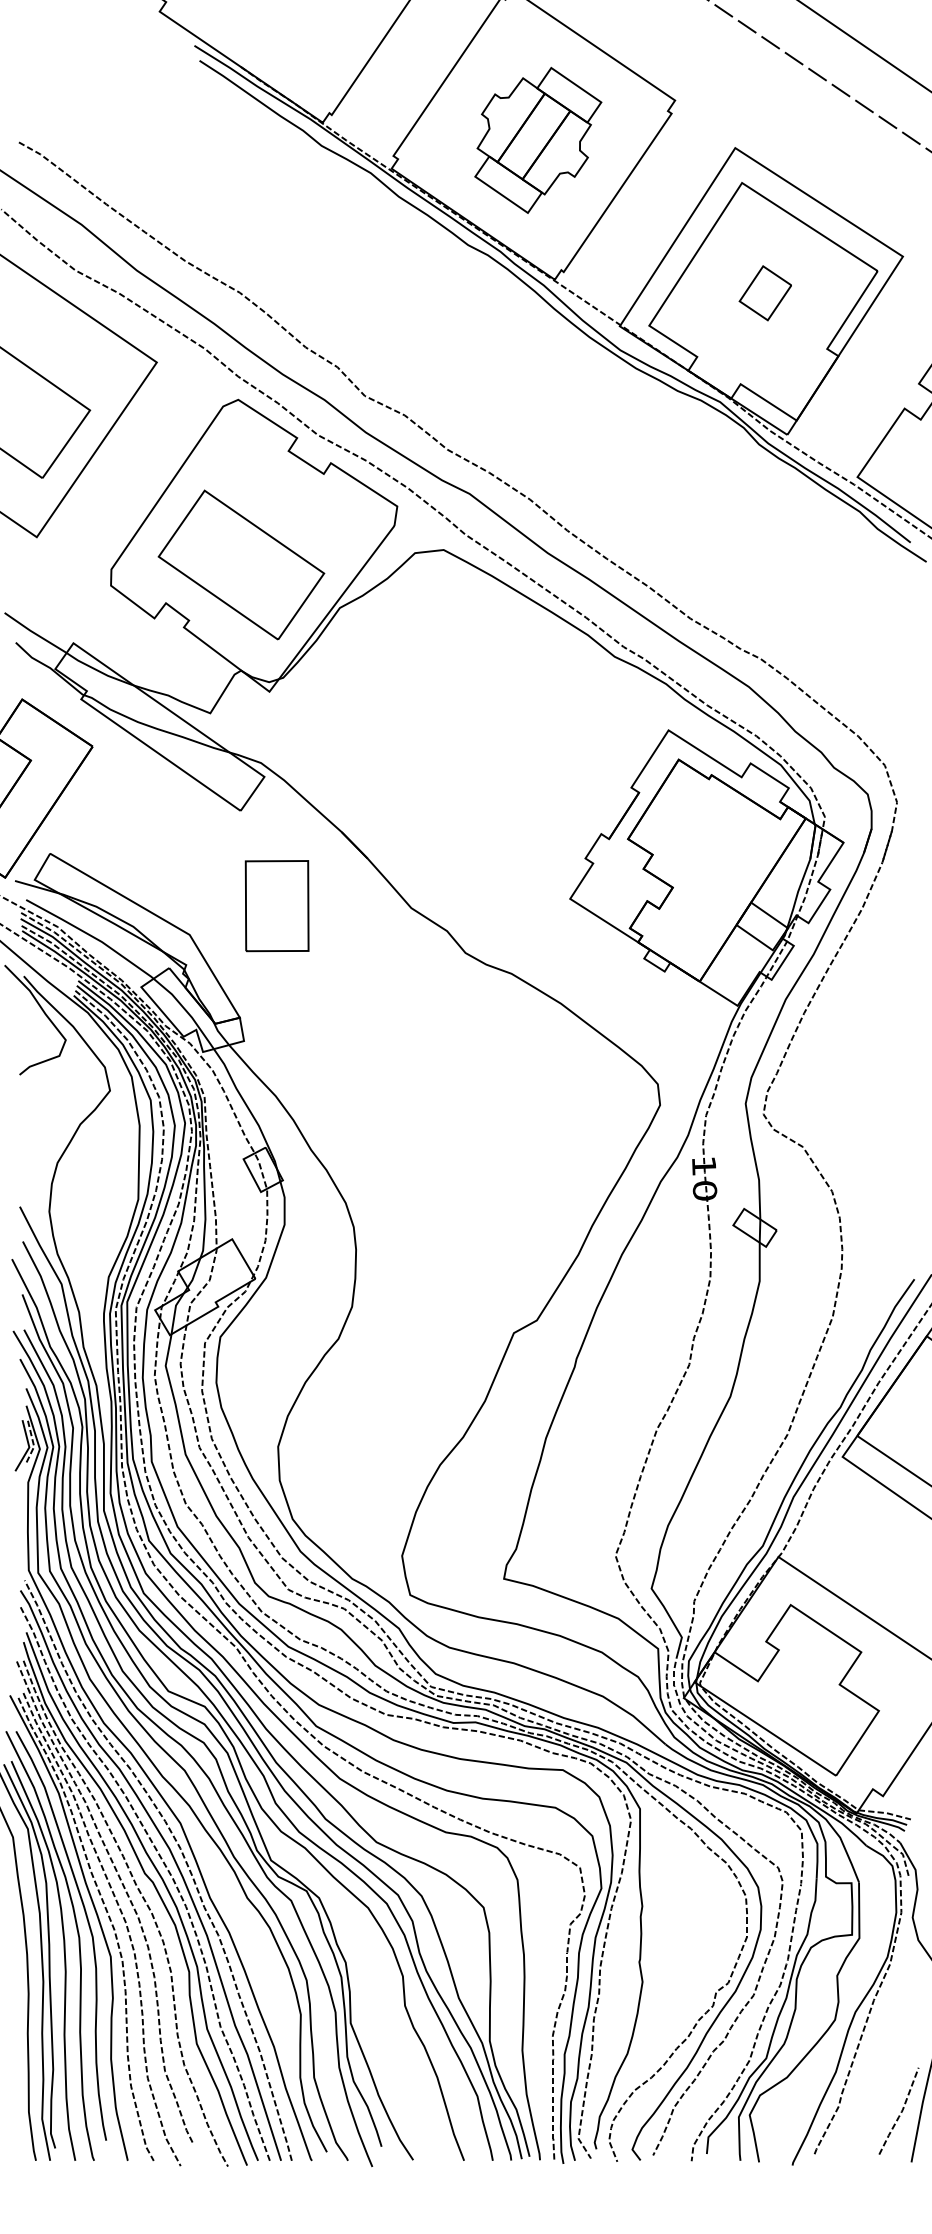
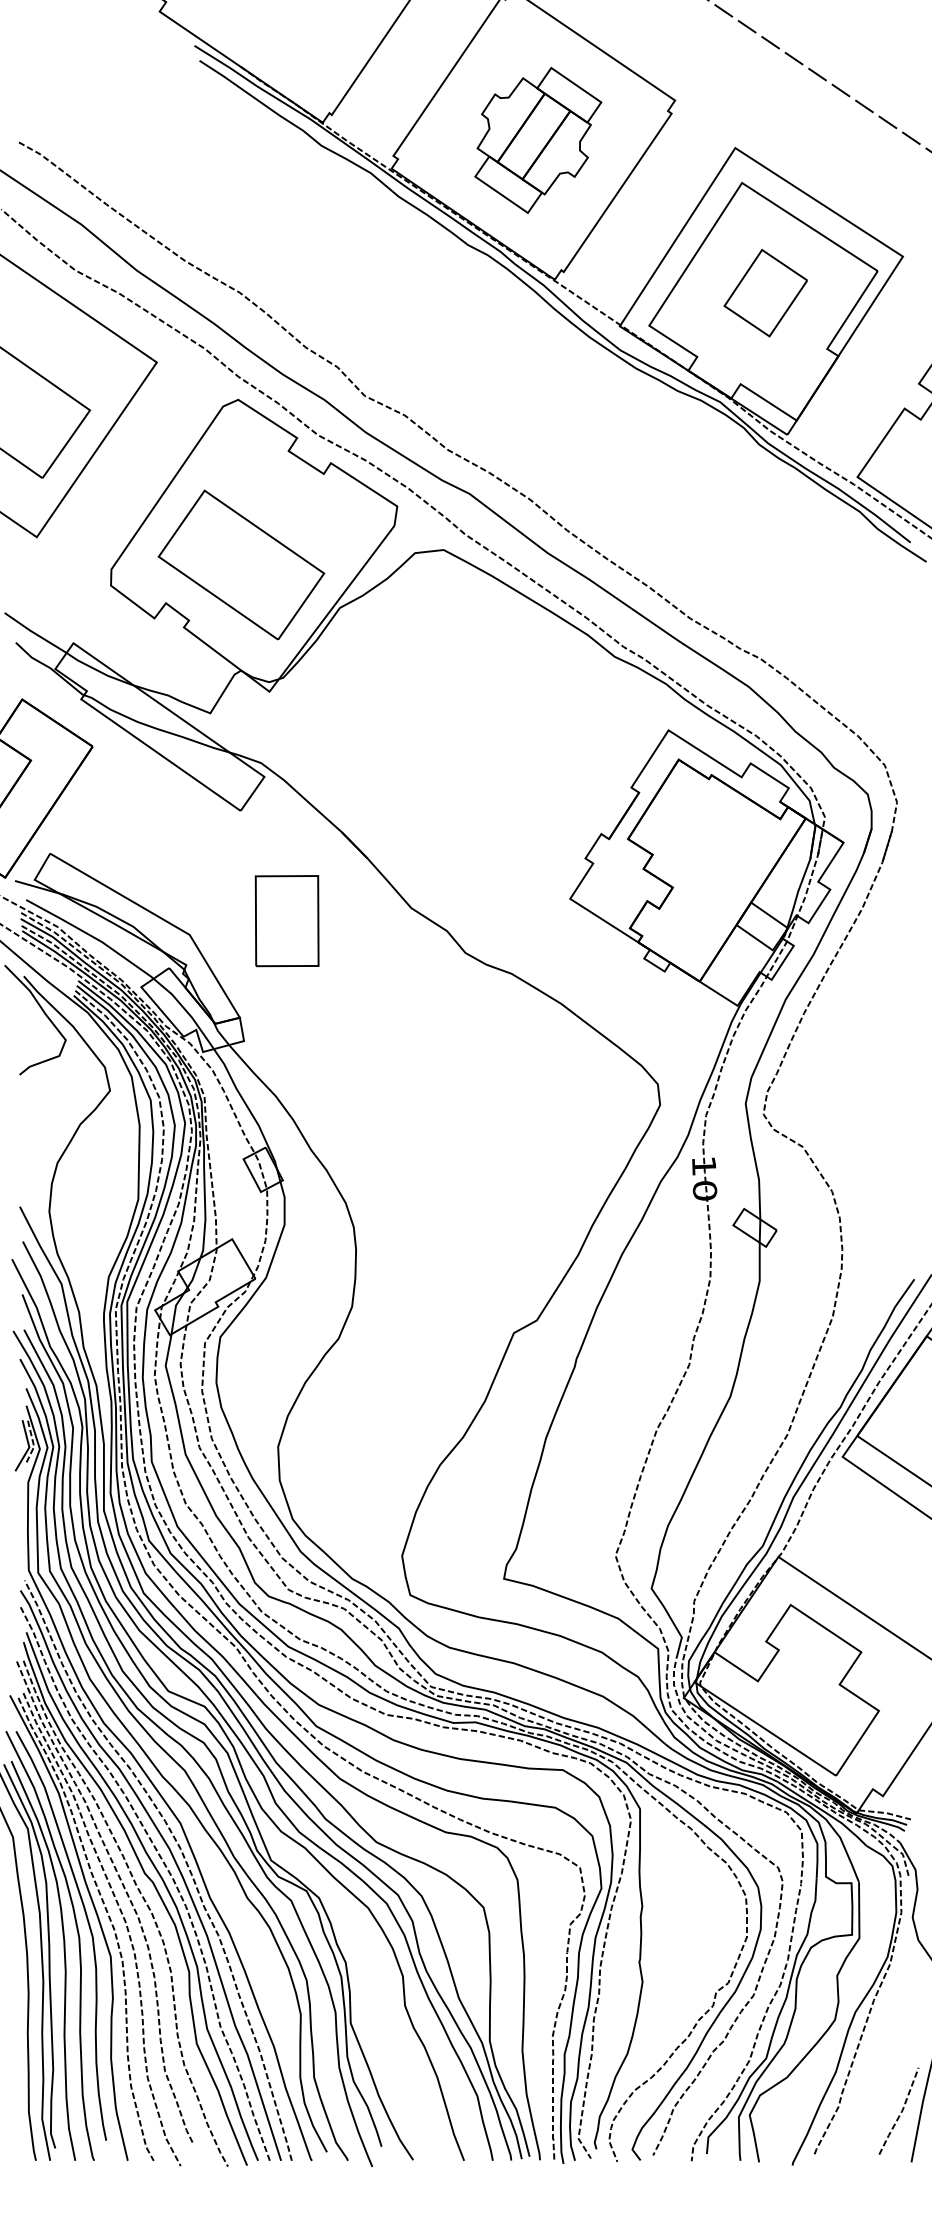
line at (864, 45): present -> none
part at (764, 293) size: 54x57 px -> 85x89 px
part at (276, 906) position: (276, 906) -> (286, 921)
